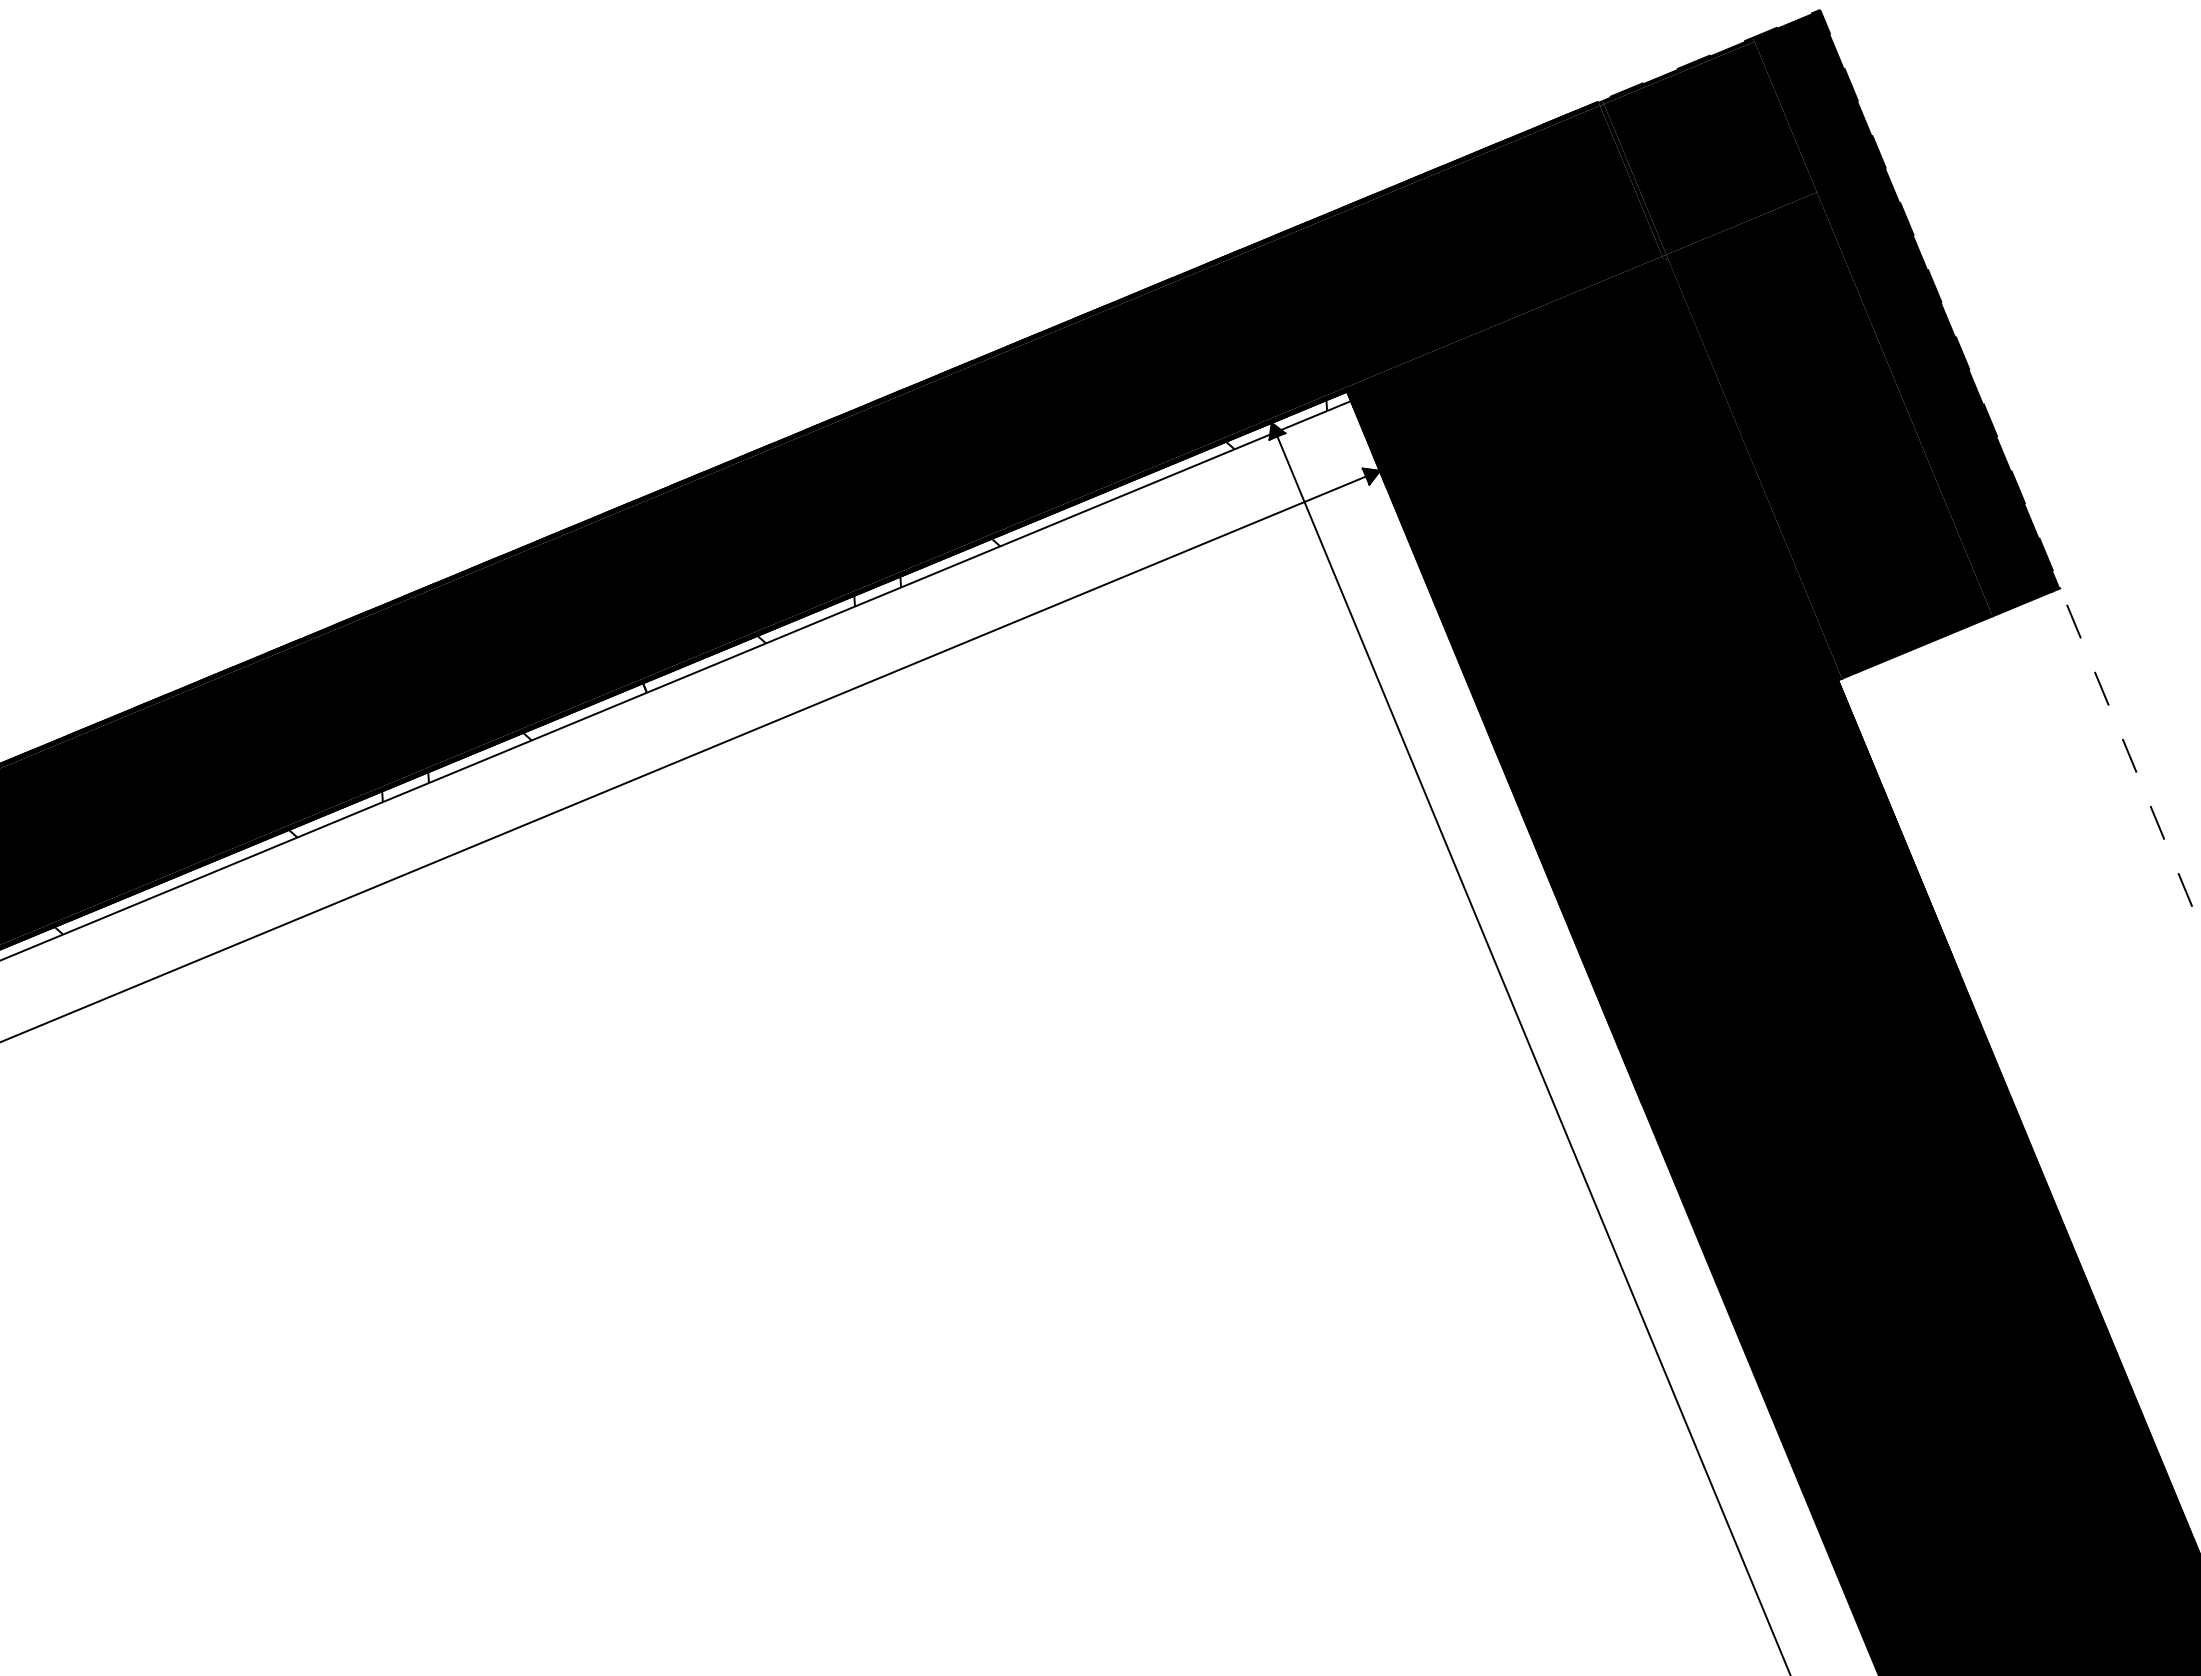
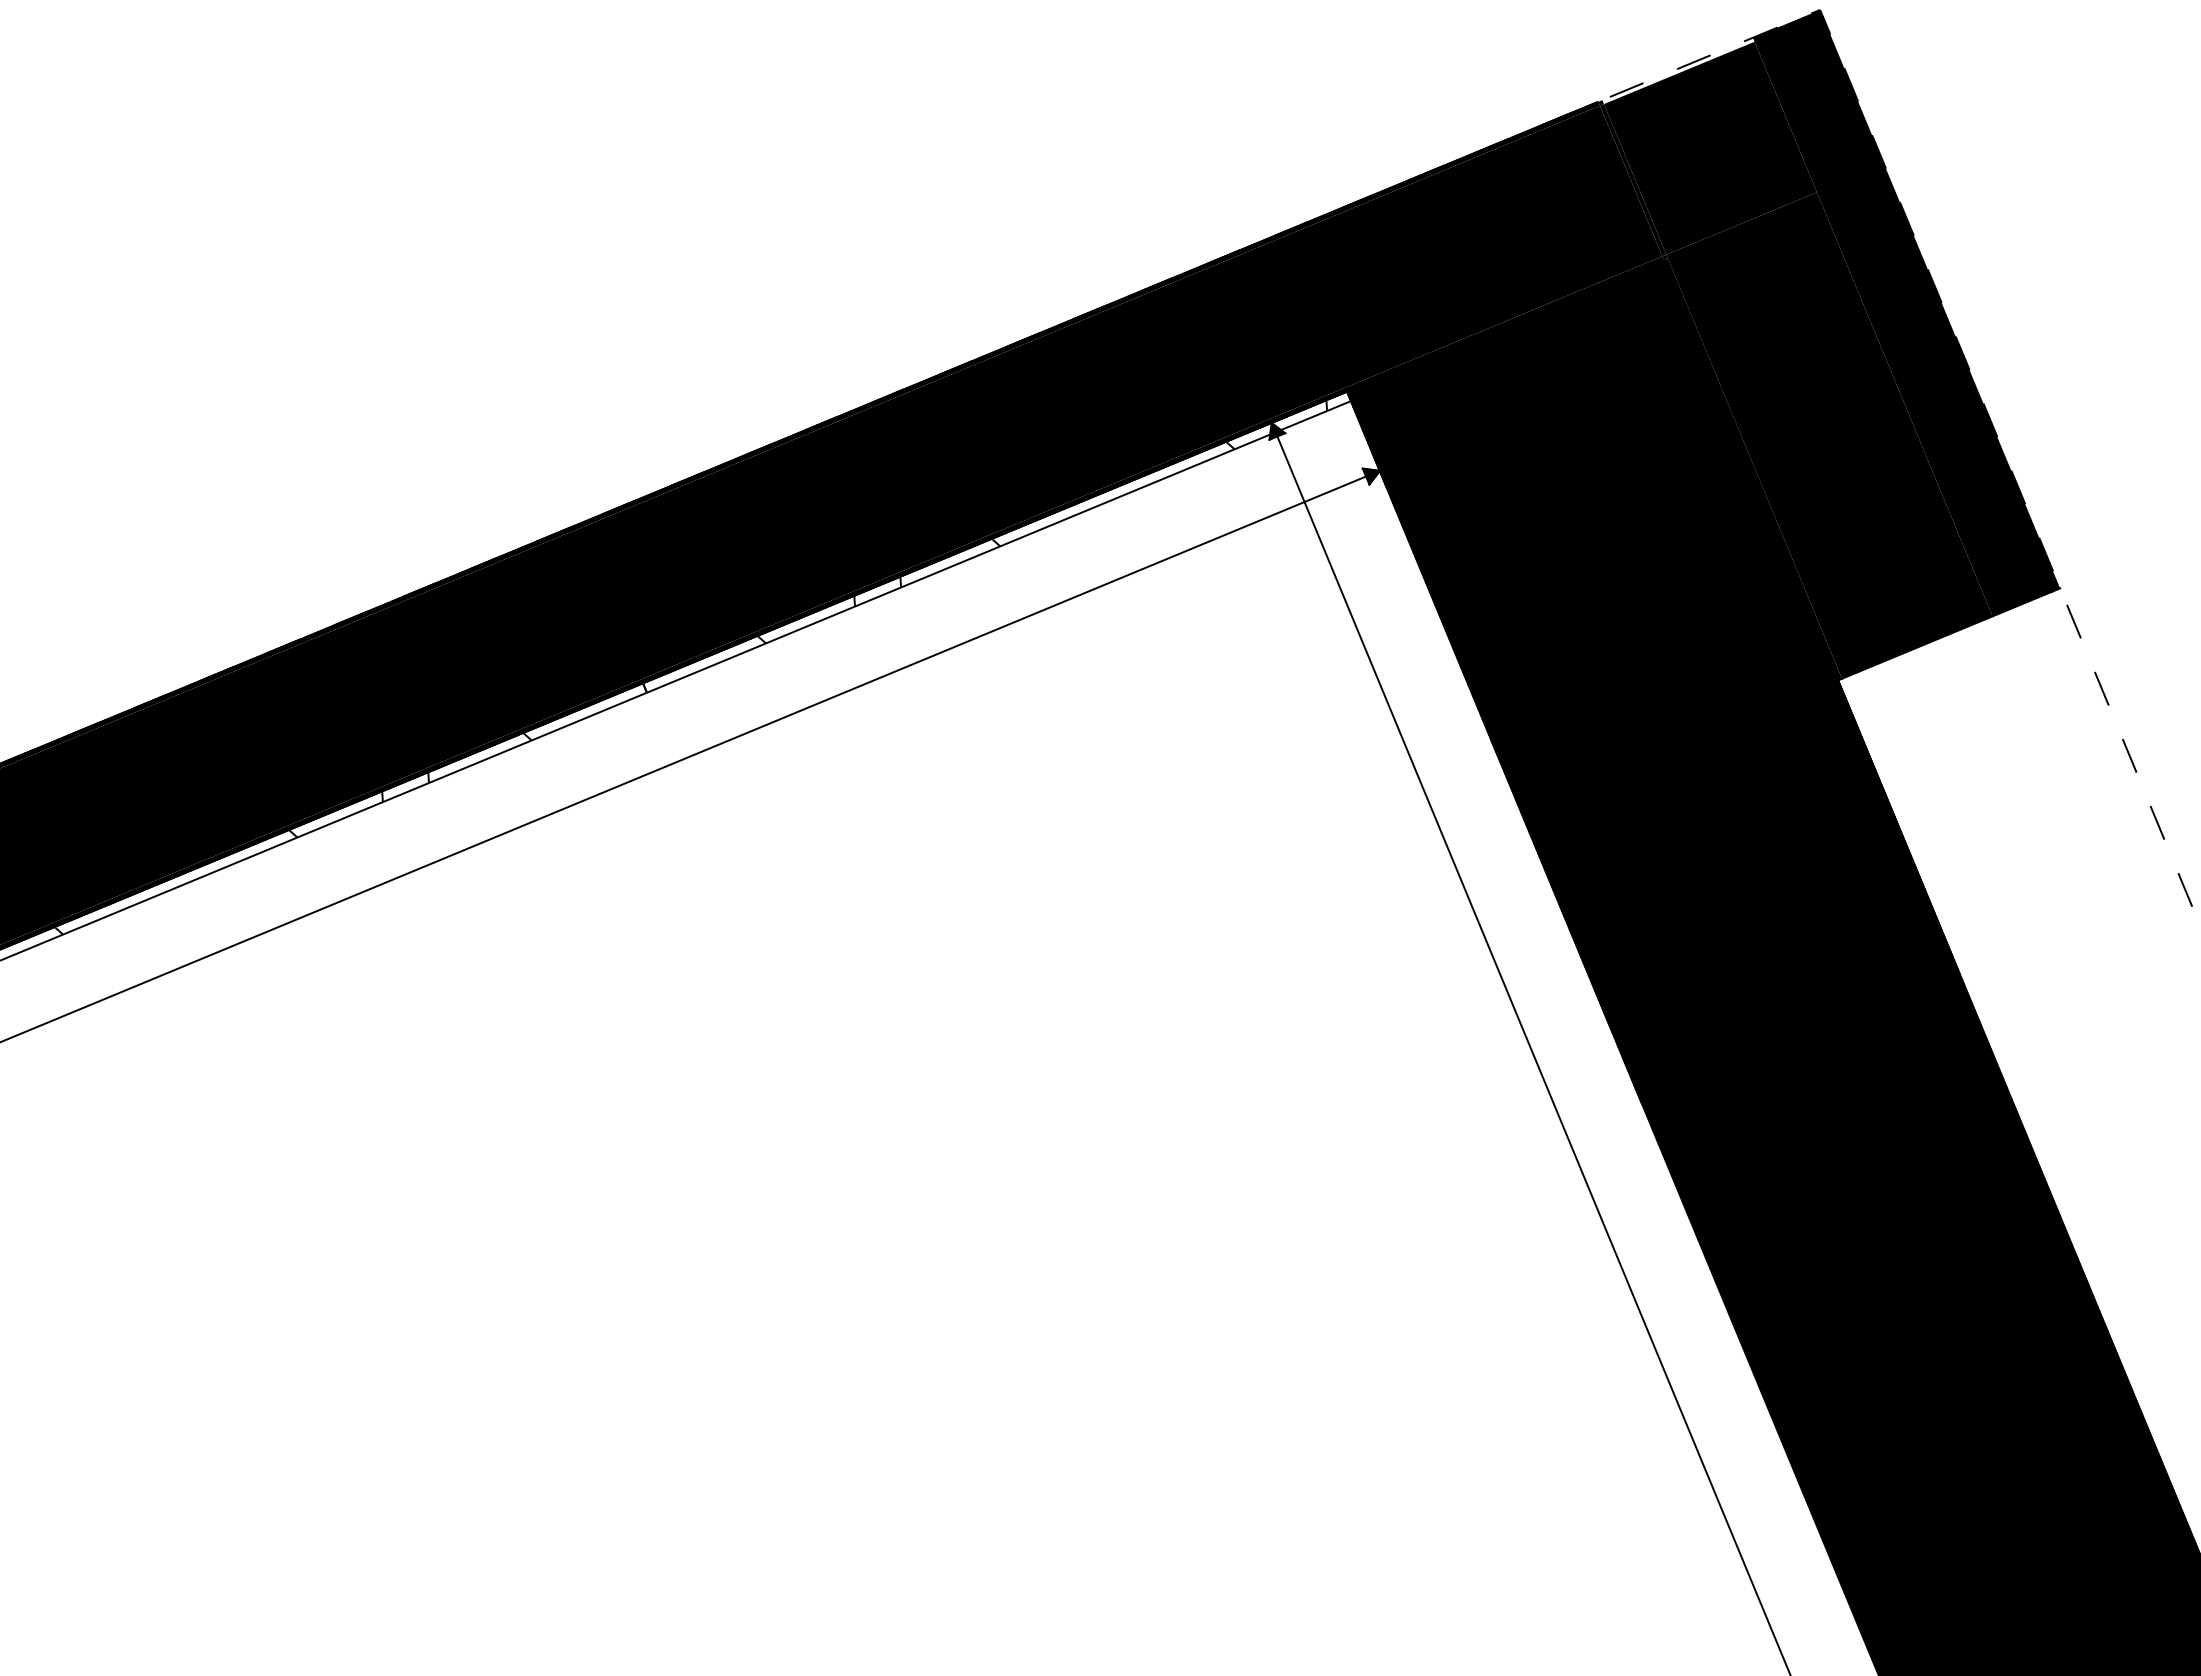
fill at (1678, 70): present -> none
